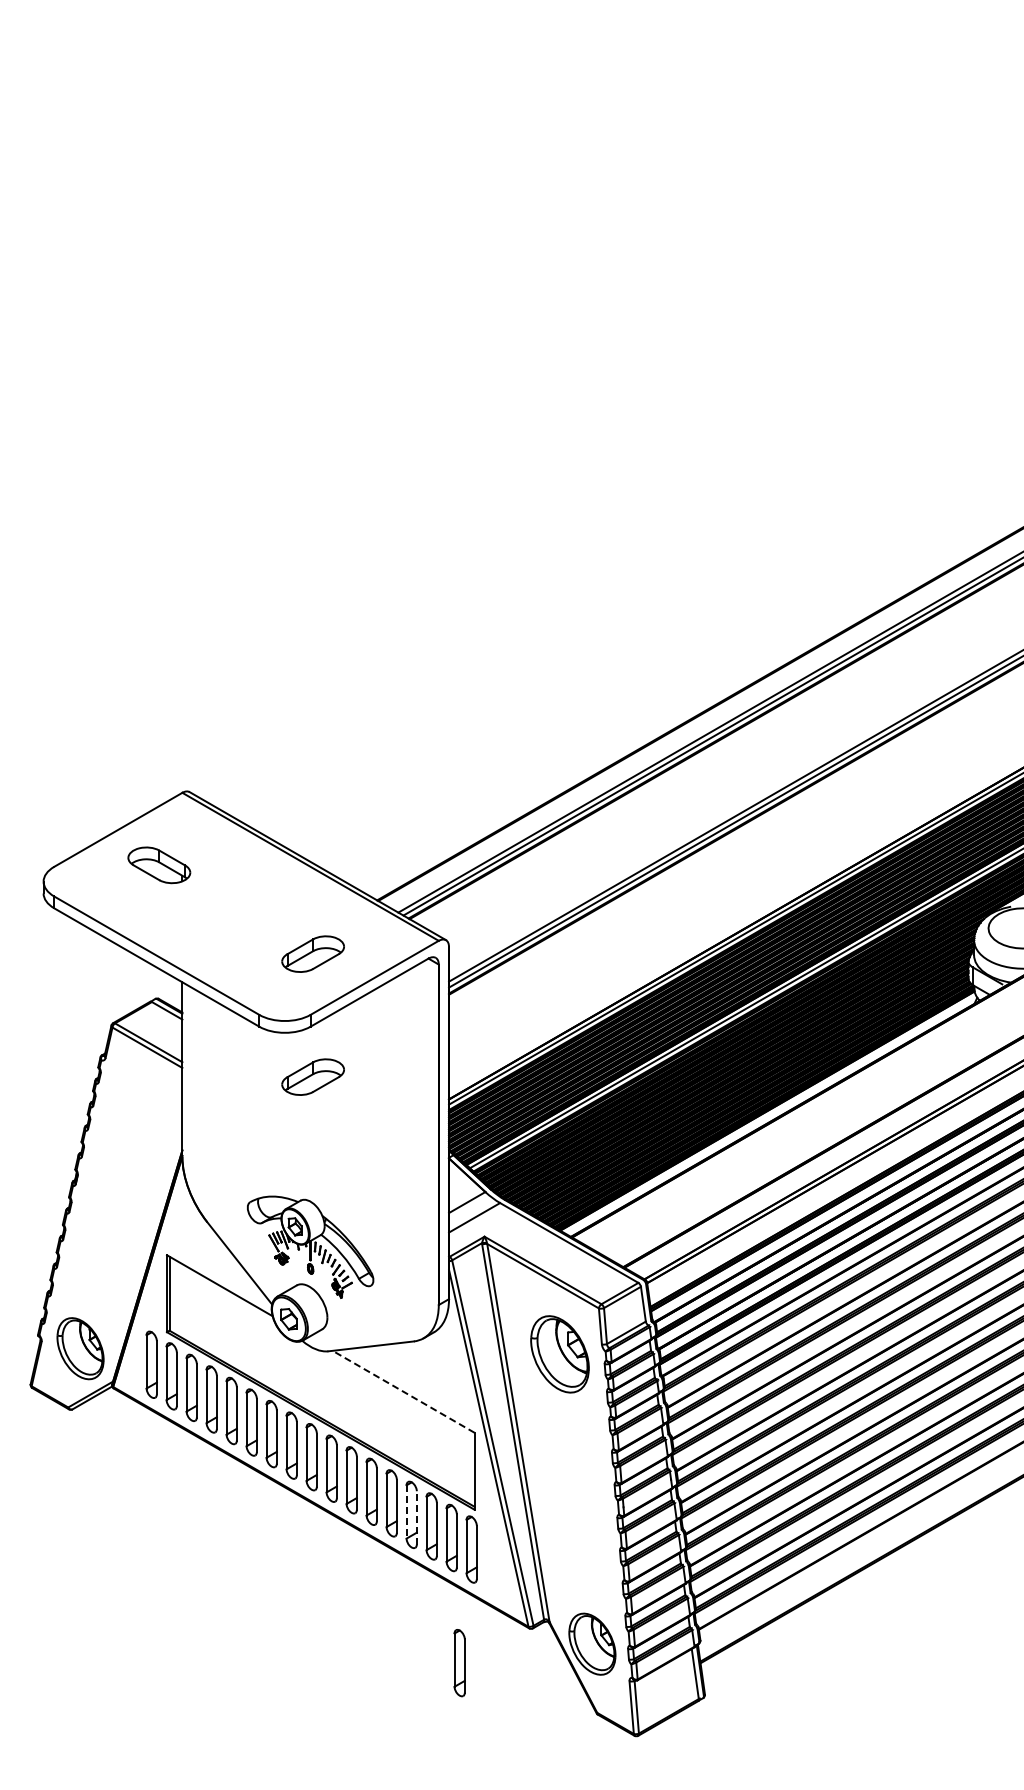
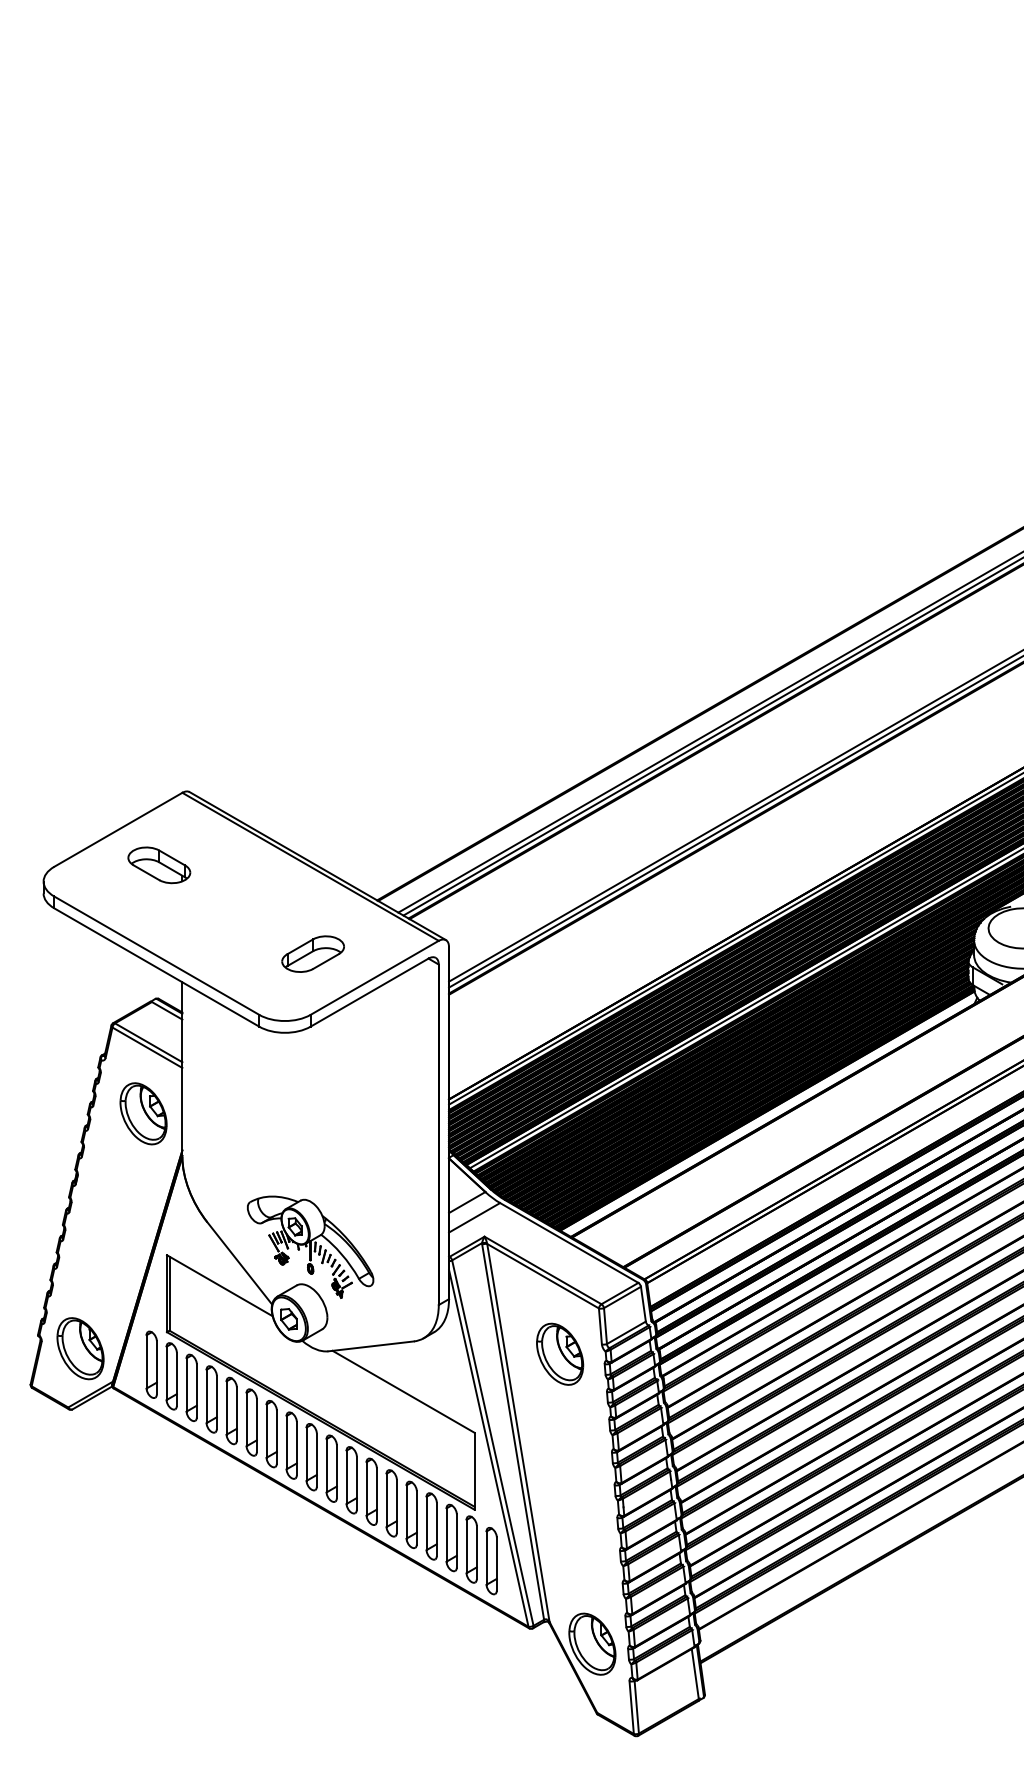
part at (312, 1076): present -> none
part at (143, 1113): none -> present
part at (559, 1354) size: 60x79 px -> 49x64 px
line at (403, 1391): dashed -> solid
line at (406, 1511): dashed -> solid
line at (416, 1517): dashed -> solid
part at (459, 1663) position: (459, 1663) -> (491, 1561)
